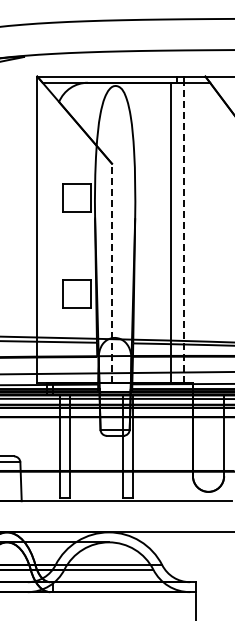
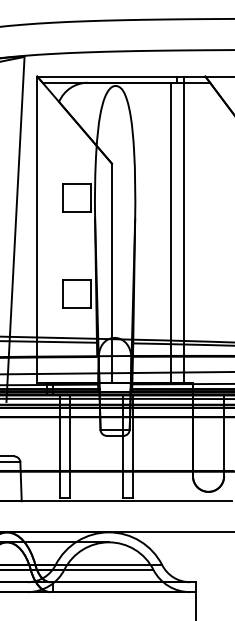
line at (15, 228): none -> present
line at (183, 232): dashed -> solid
line at (112, 273): dashed -> solid
